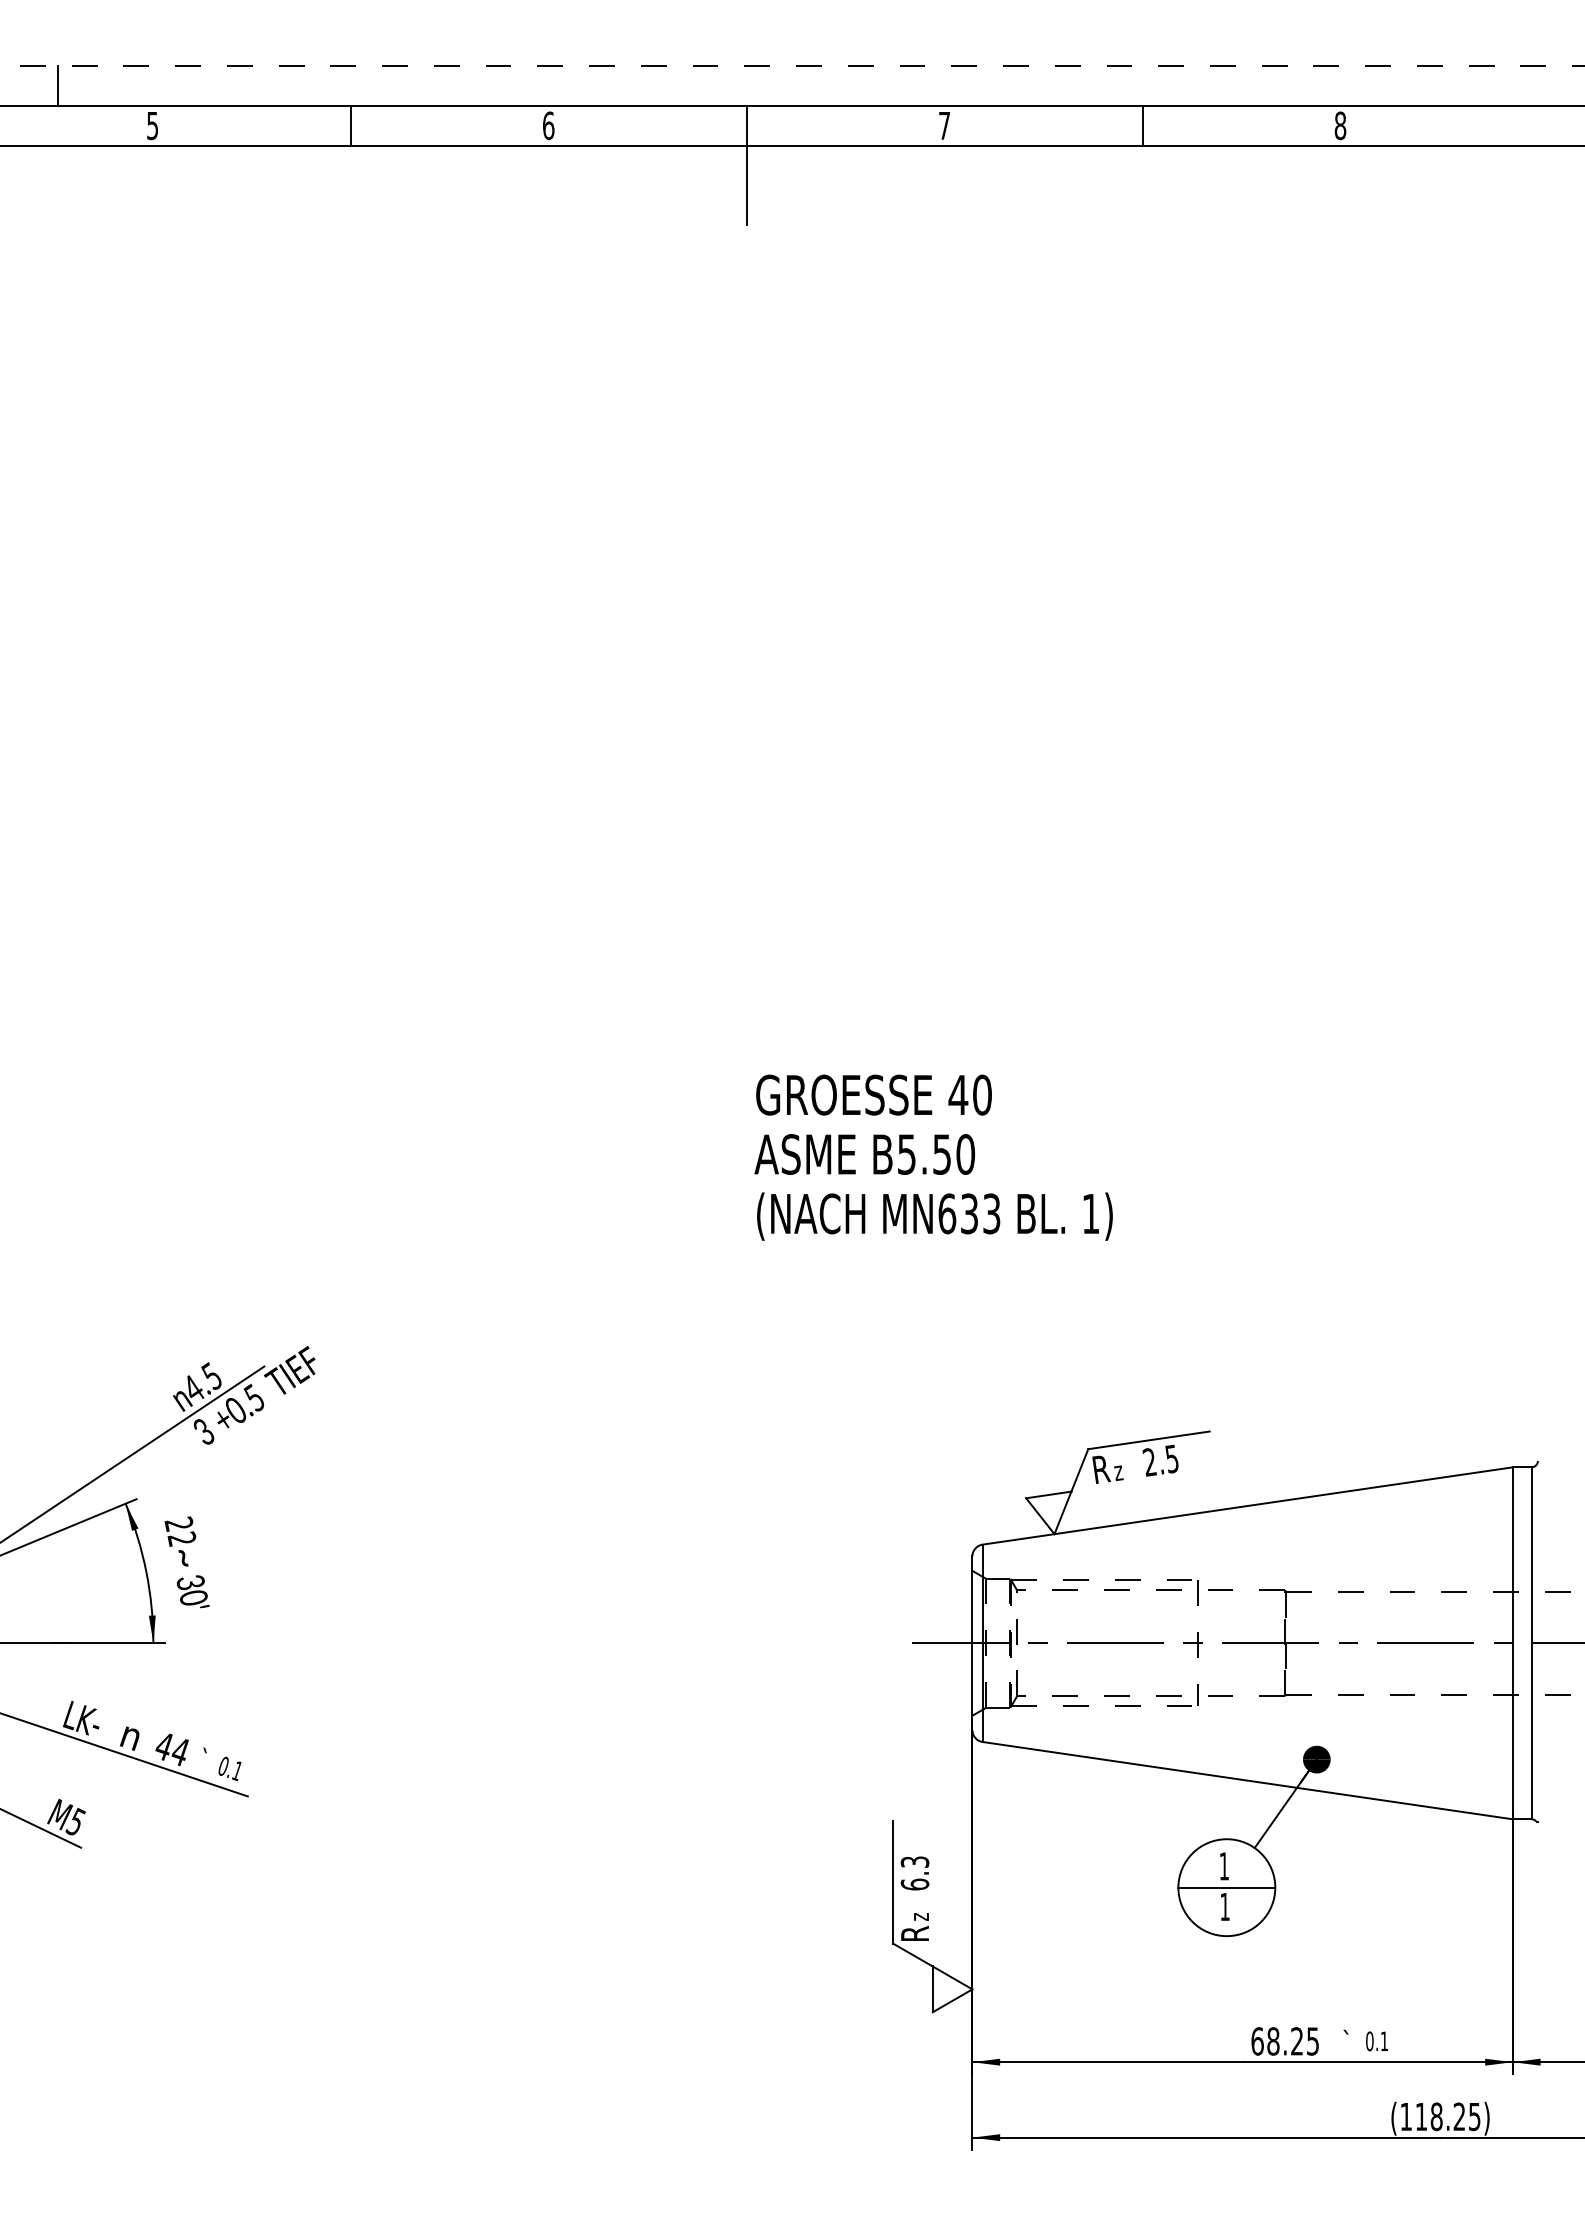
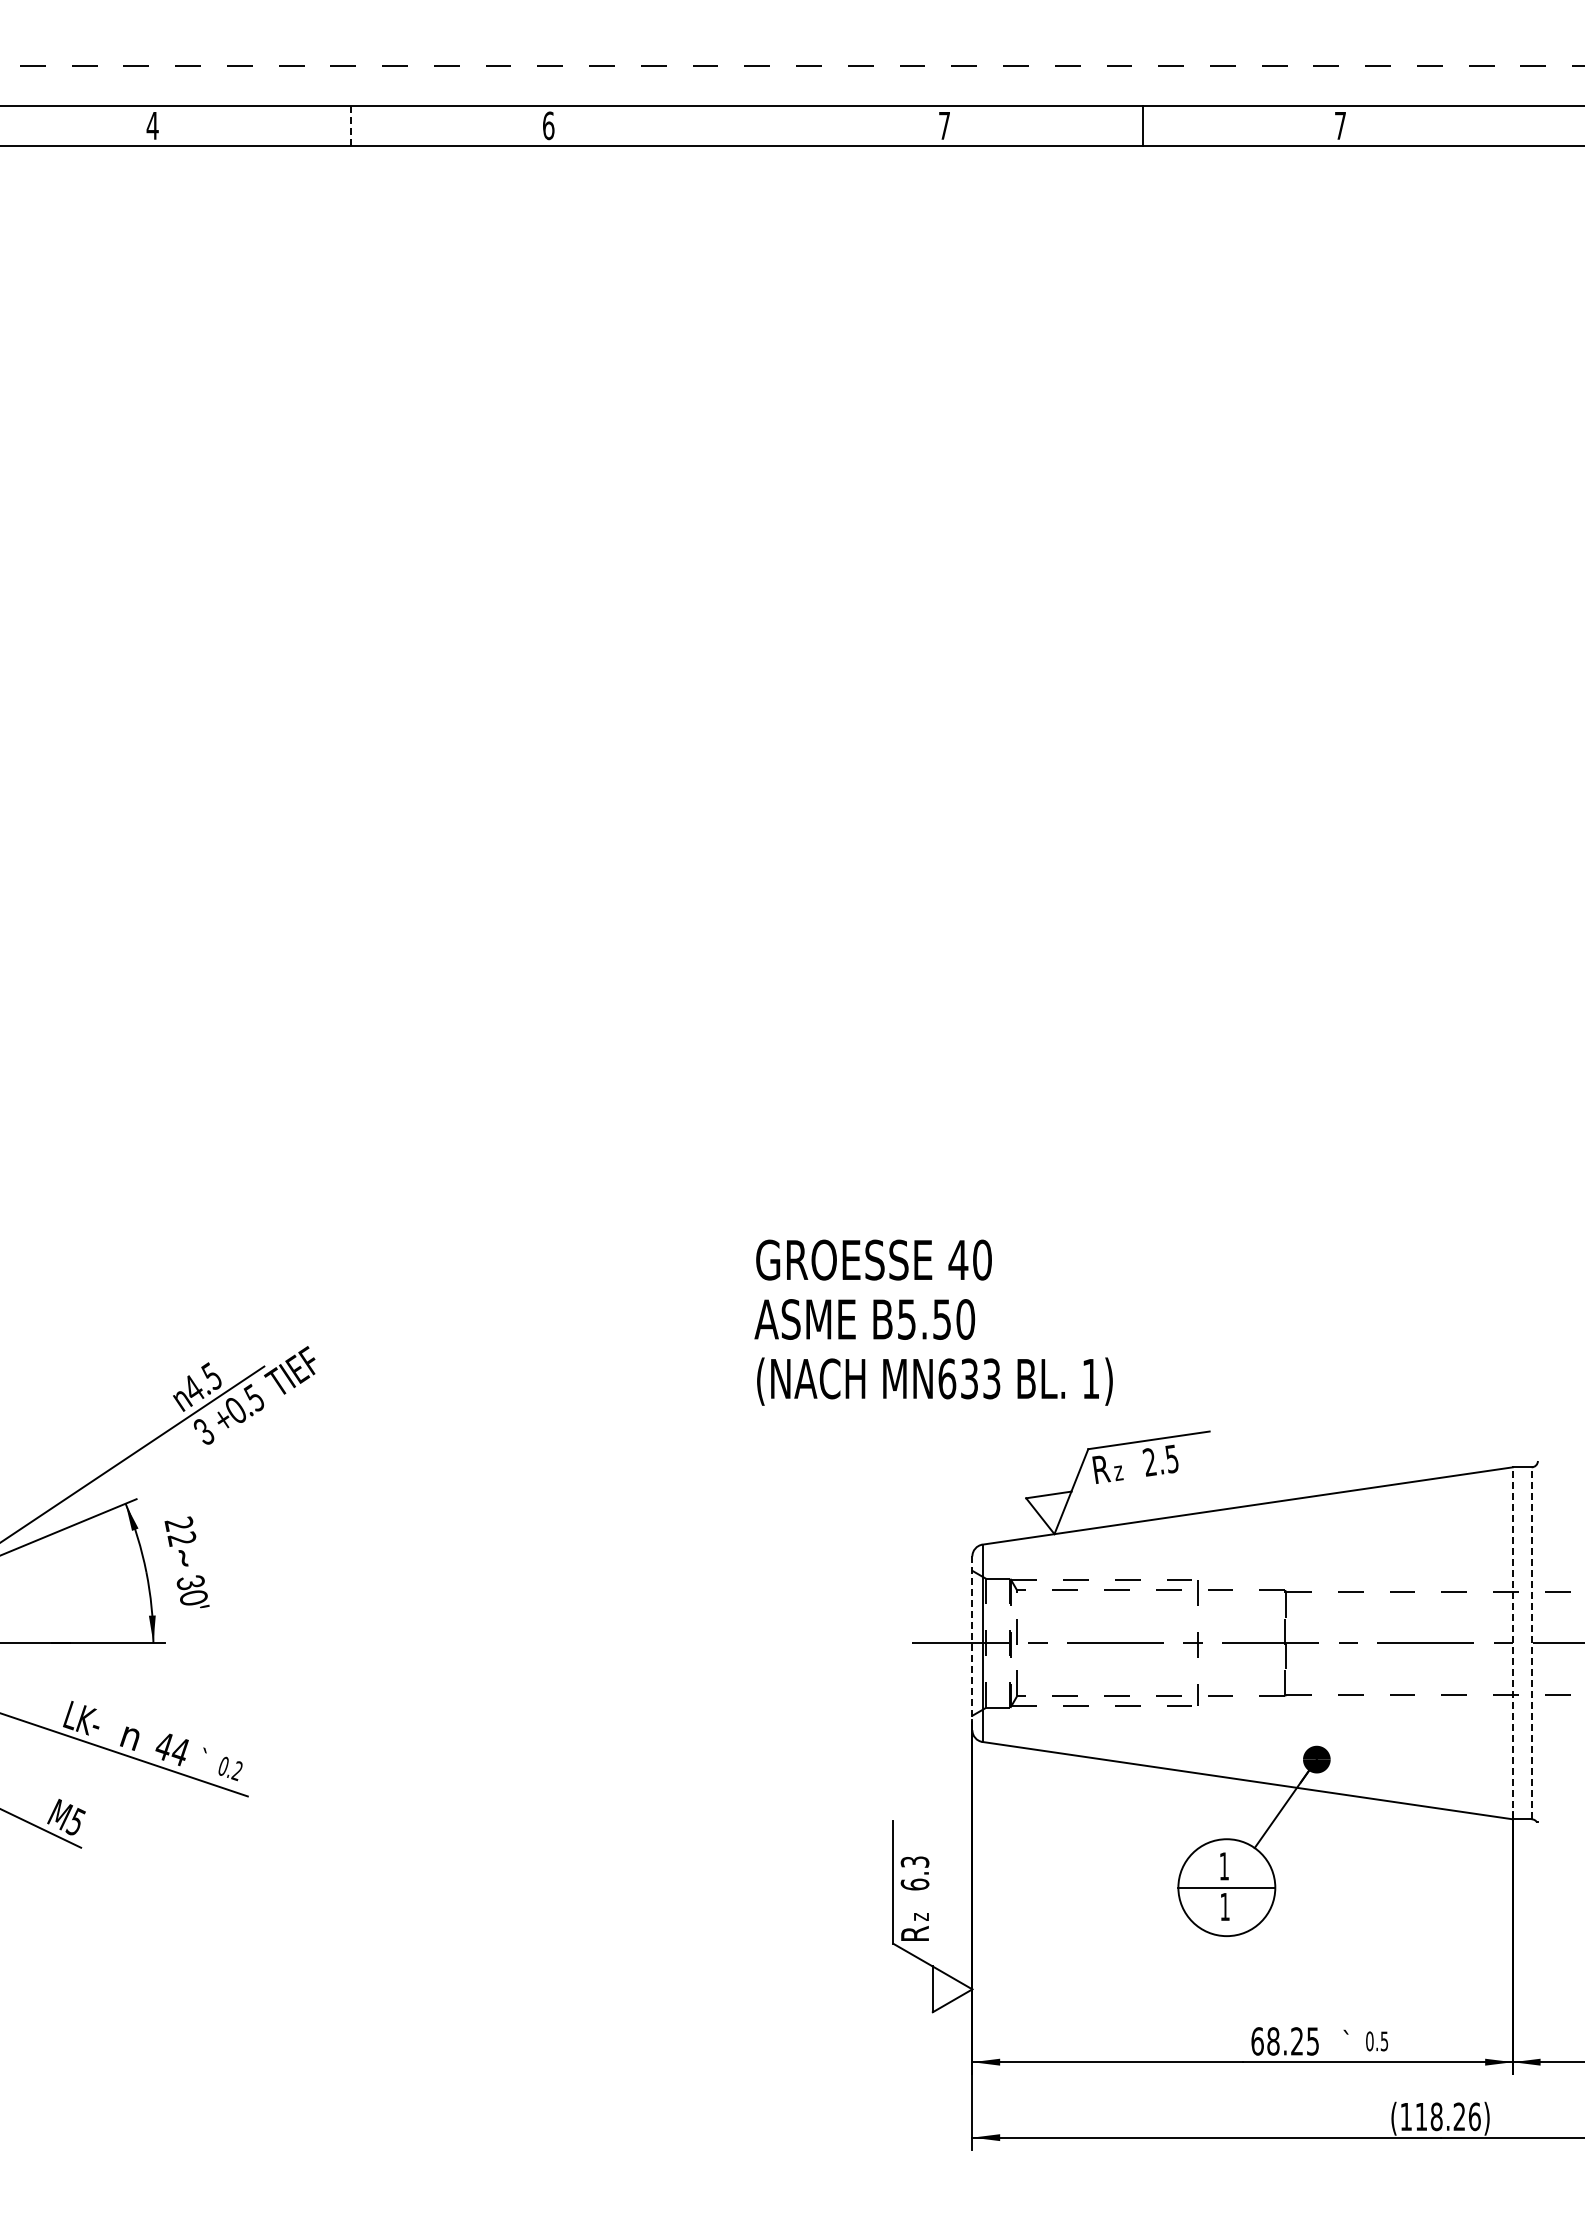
line at (57, 86): present -> none
line at (350, 125): solid -> dashed
text at (1340, 125): 8 -> 7
text at (152, 126): 5 -> 4
line at (746, 165): present -> none
text at (933, 1157) position: (933, 1157) -> (933, 1322)
line at (972, 1643): solid -> dashed
line at (1512, 1643): solid -> dashed
line at (1531, 1643): solid -> dashed
text at (236, 1770): 0.1 -> 0.2
text at (1384, 2041): 0.1 -> 0.5
text at (1474, 2116): (118.25) -> (118.26)
